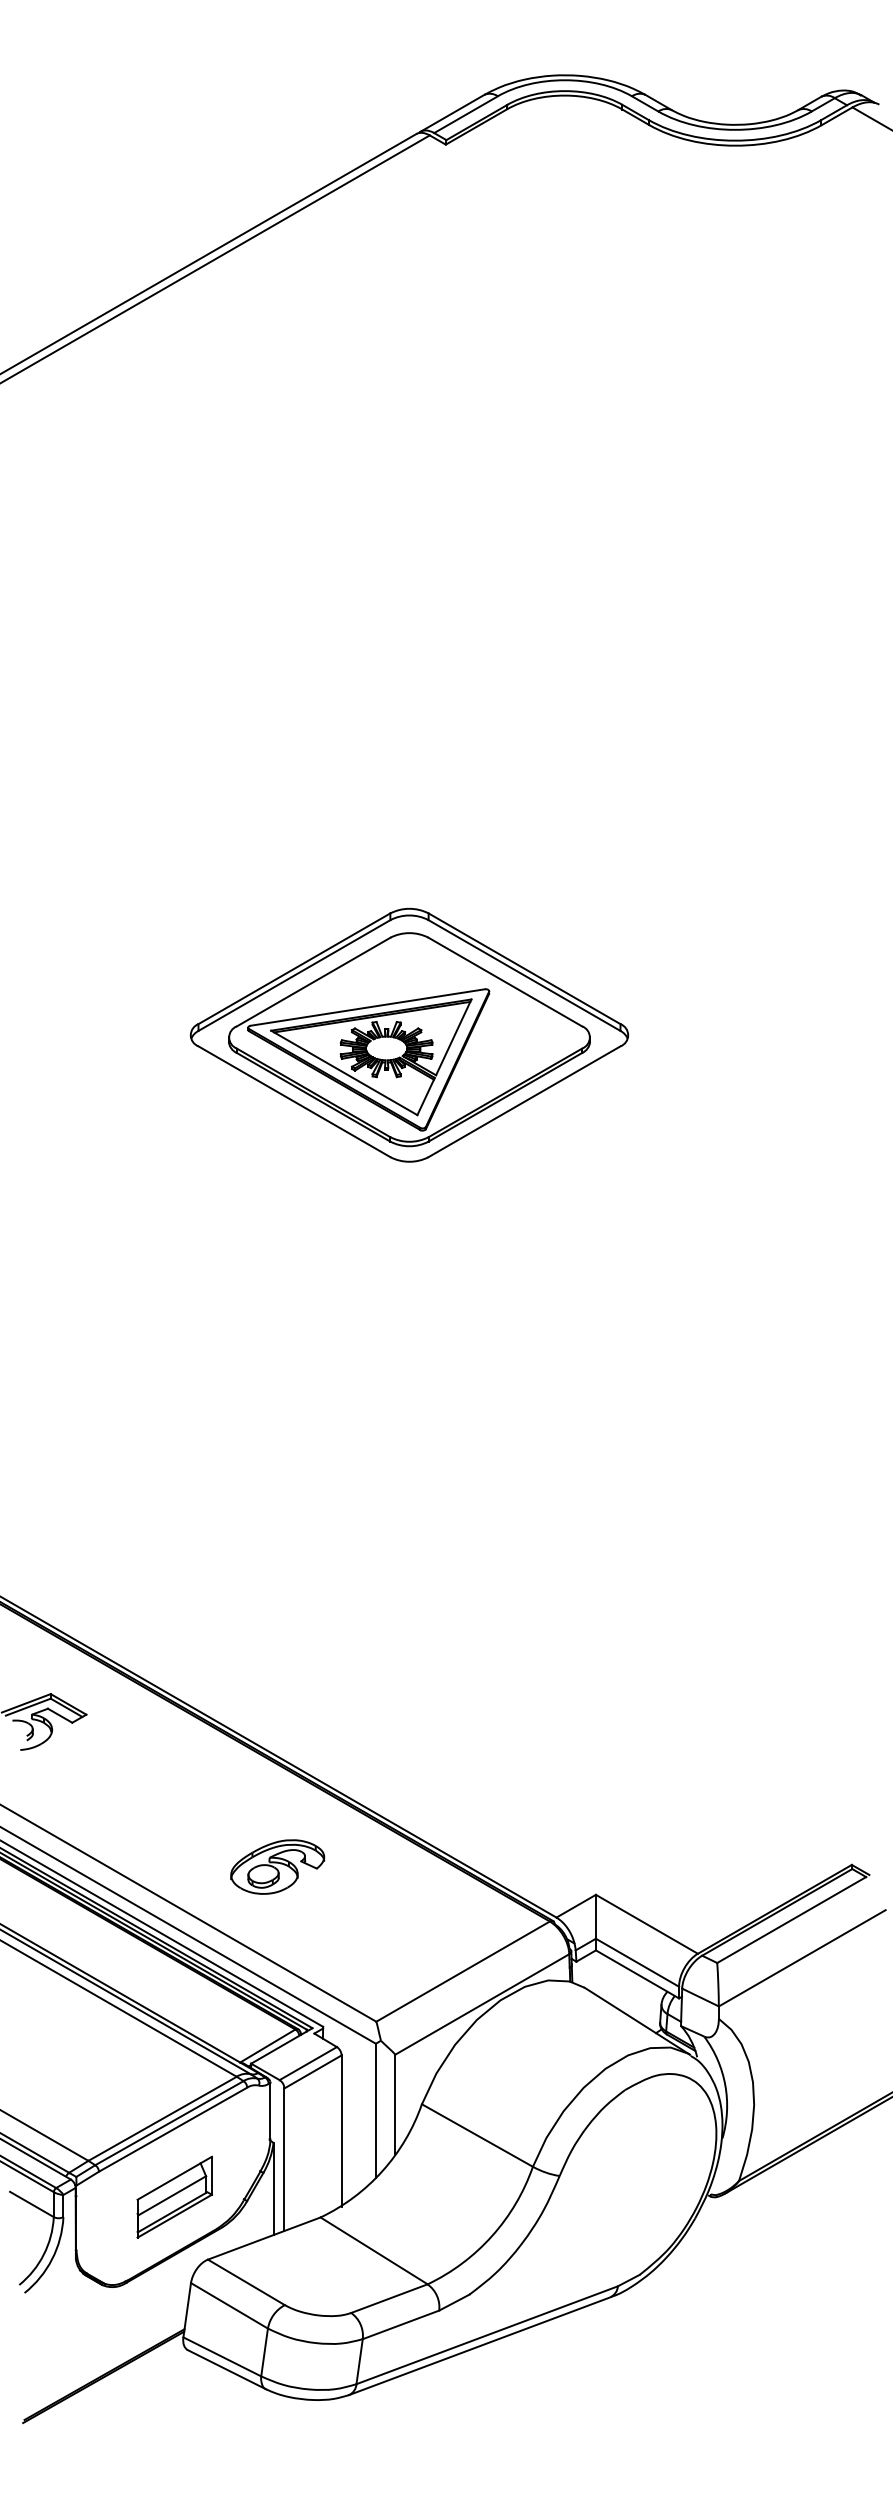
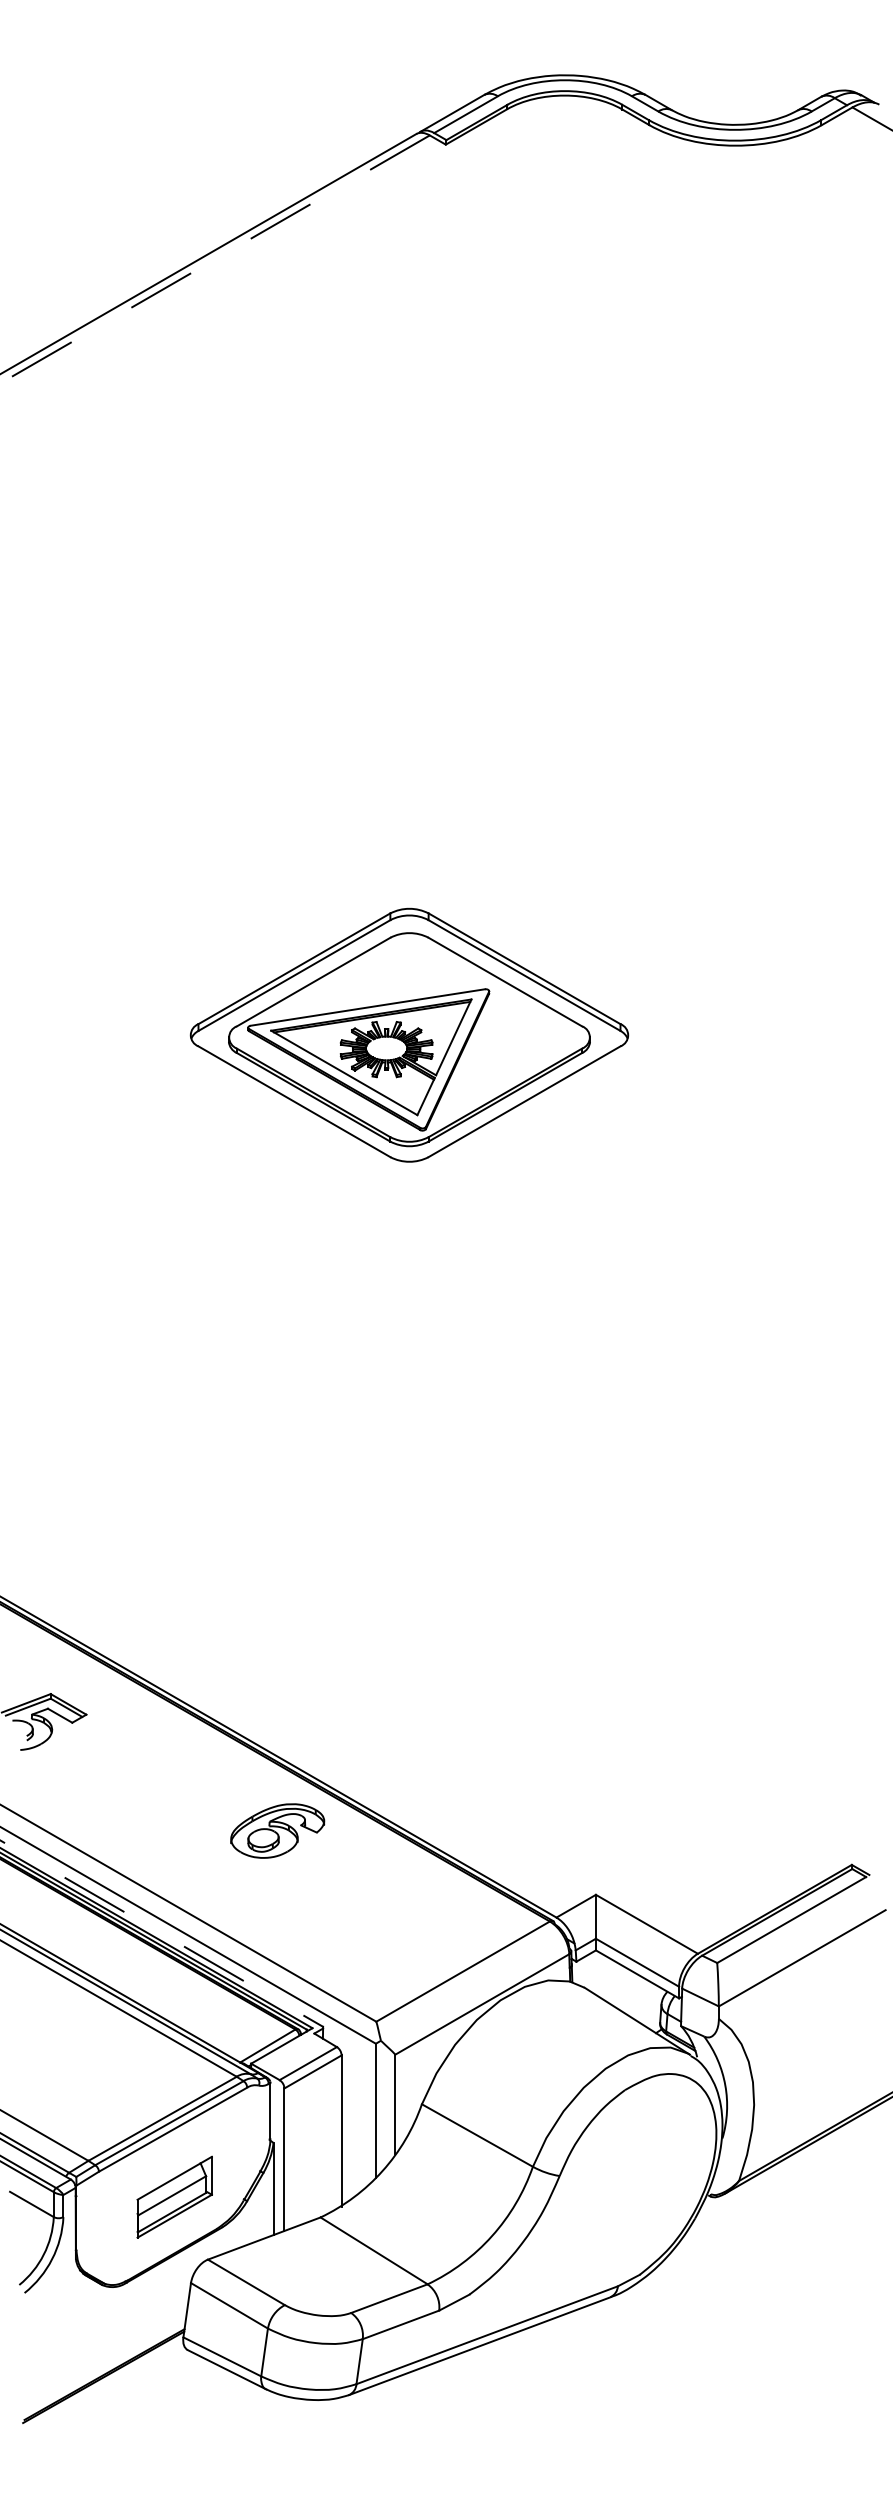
line at (215, 259): solid -> dashed
part at (277, 1866) position: (277, 1866) -> (277, 1830)
line at (162, 1933): solid -> dashed
